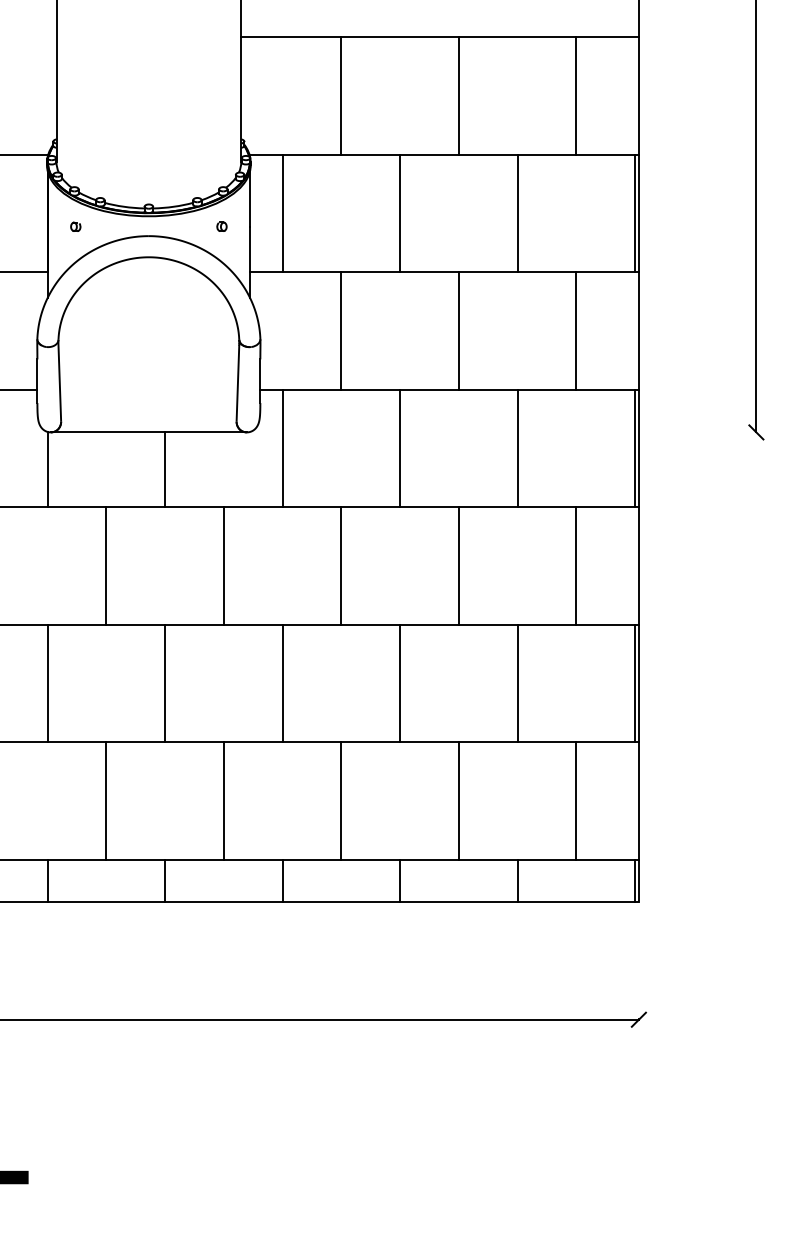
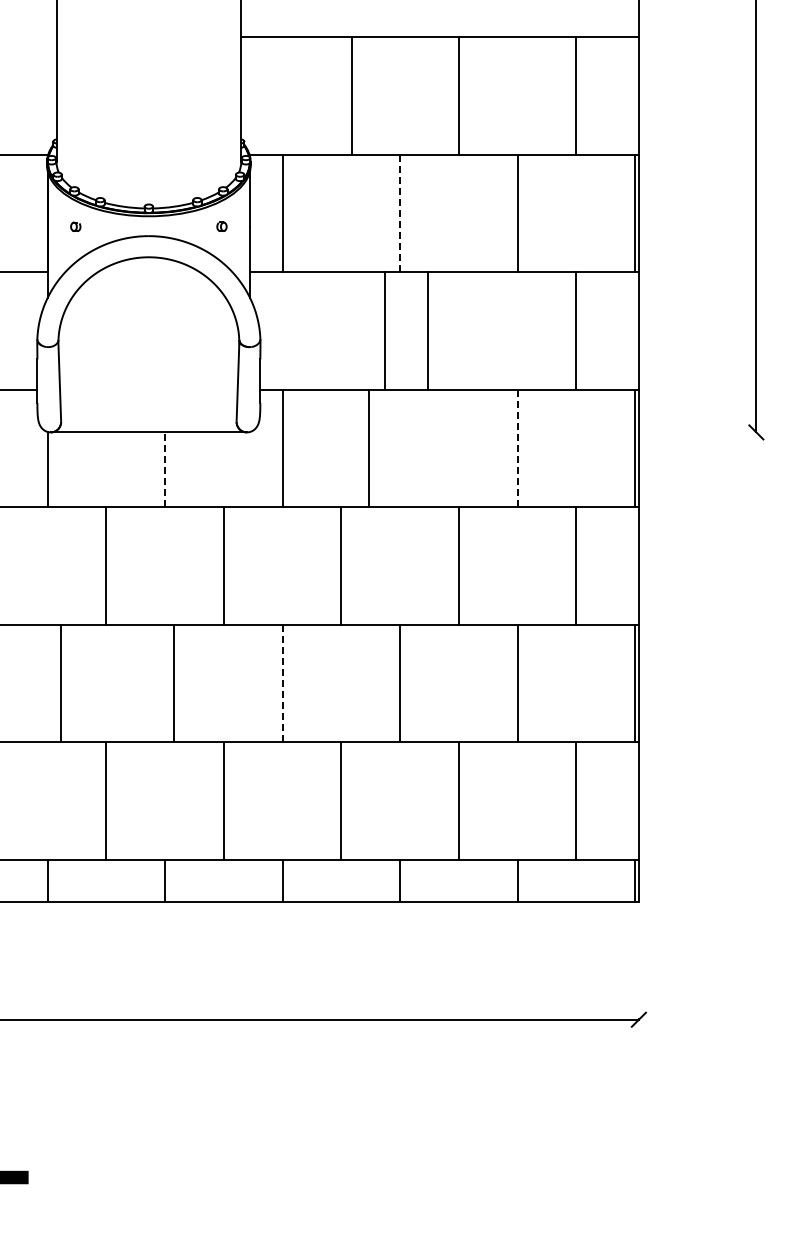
line at (341, 95) position: (341, 95) -> (352, 95)
line at (400, 213): solid -> dashed
line at (341, 330) position: (341, 330) -> (385, 330)
line at (458, 330) position: (458, 330) -> (427, 330)
line at (400, 448) position: (400, 448) -> (369, 448)
line at (517, 448): solid -> dashed
line at (165, 469): solid -> dashed
line at (47, 683) position: (47, 683) -> (60, 683)
line at (165, 683) position: (165, 683) -> (174, 683)
line at (282, 683): solid -> dashed
